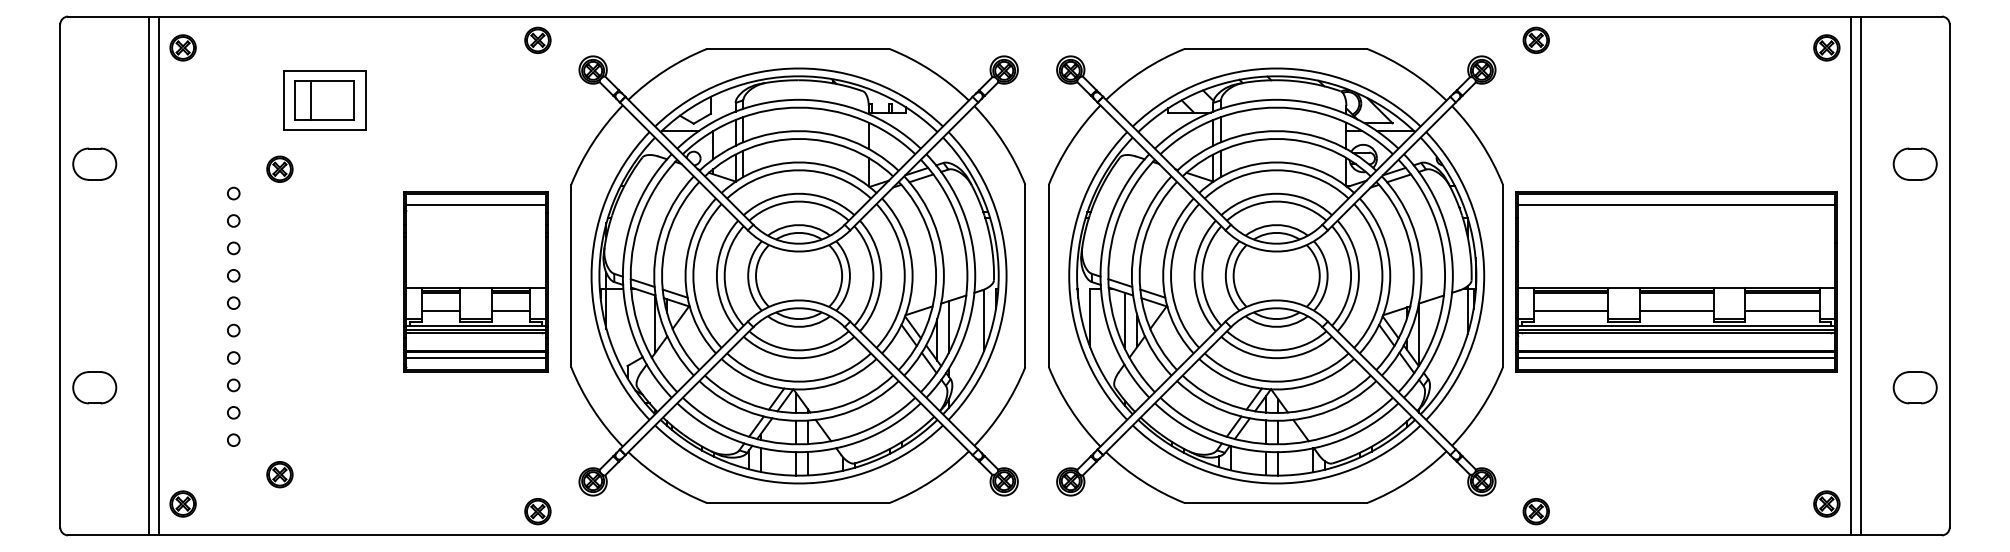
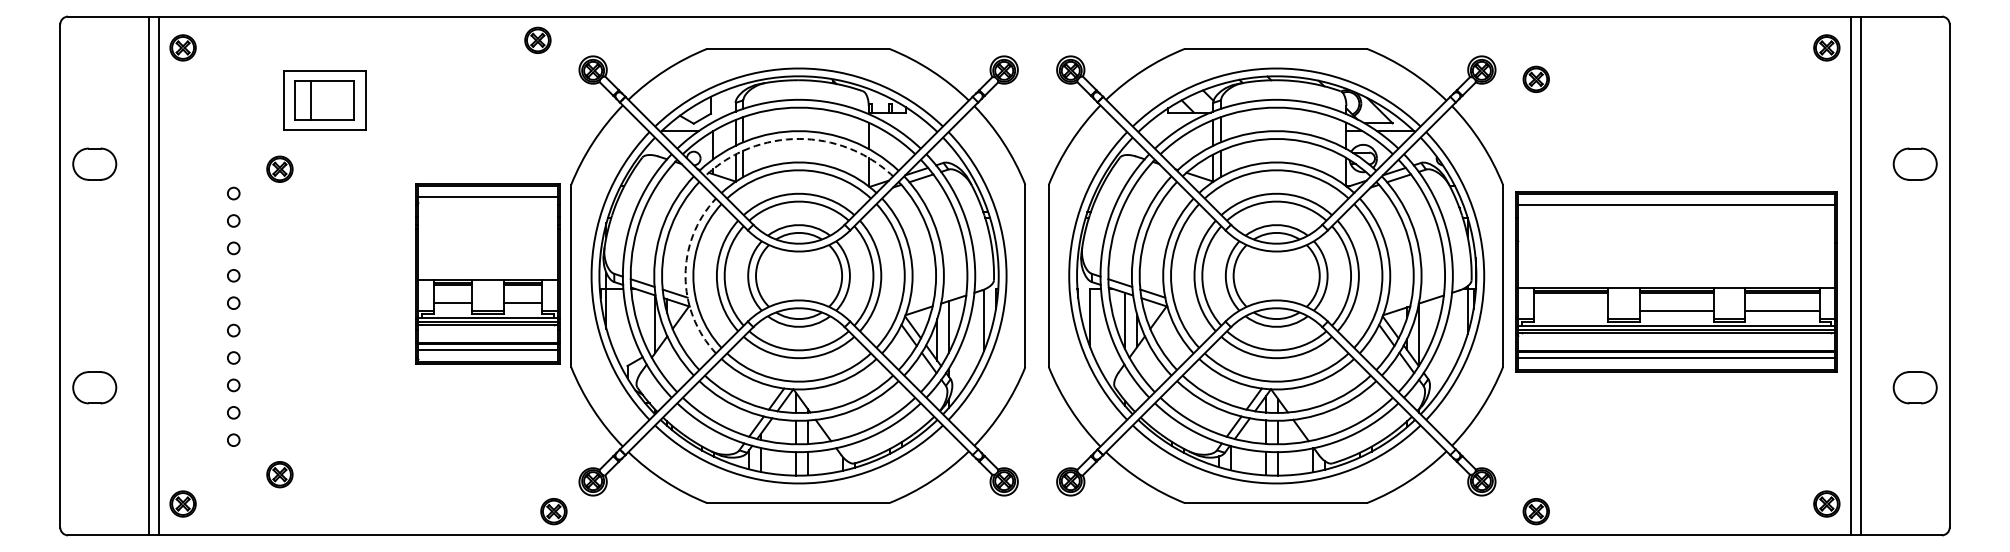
part at (1535, 39) position: (1535, 39) -> (1535, 78)
arc at (799, 138): solid -> dashed
arc at (685, 275): solid -> dashed
part at (475, 281) position: (475, 281) -> (487, 273)
line at (1570, 311): present -> none
part at (537, 511) position: (537, 511) -> (553, 511)
